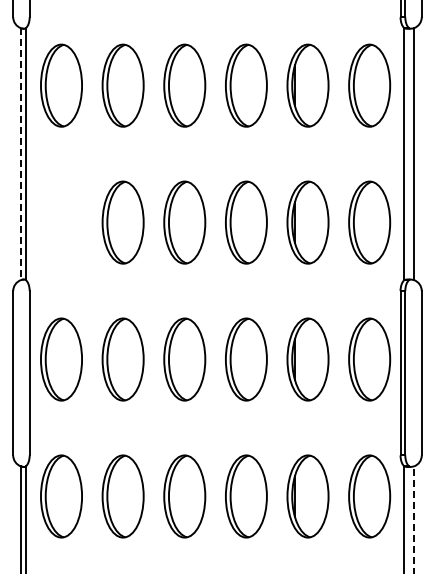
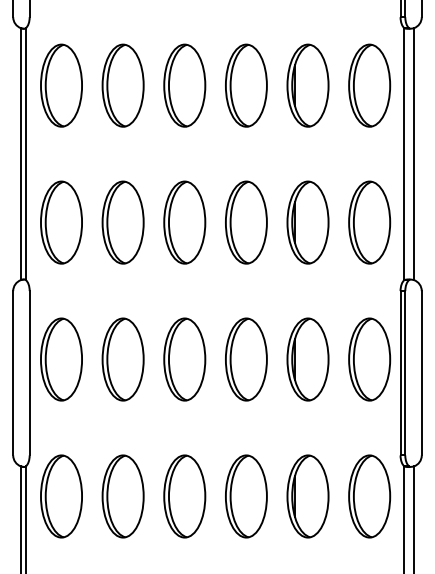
line at (21, 154): dashed -> solid
part at (61, 222): none -> present
line at (413, 519): dashed -> solid
